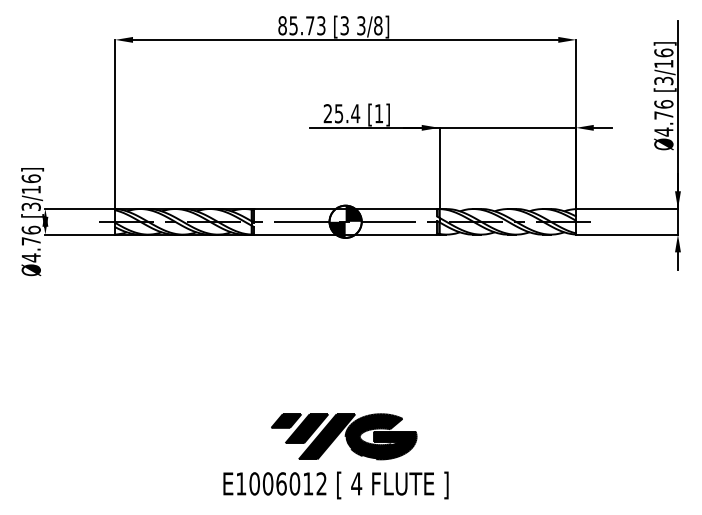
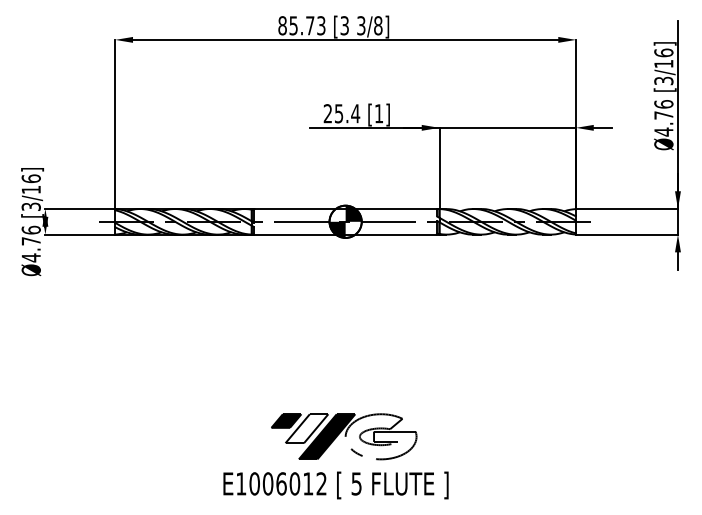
fill at (306, 428): present -> none
fill at (380, 436): present -> none
text at (356, 483): 4 -> 5
